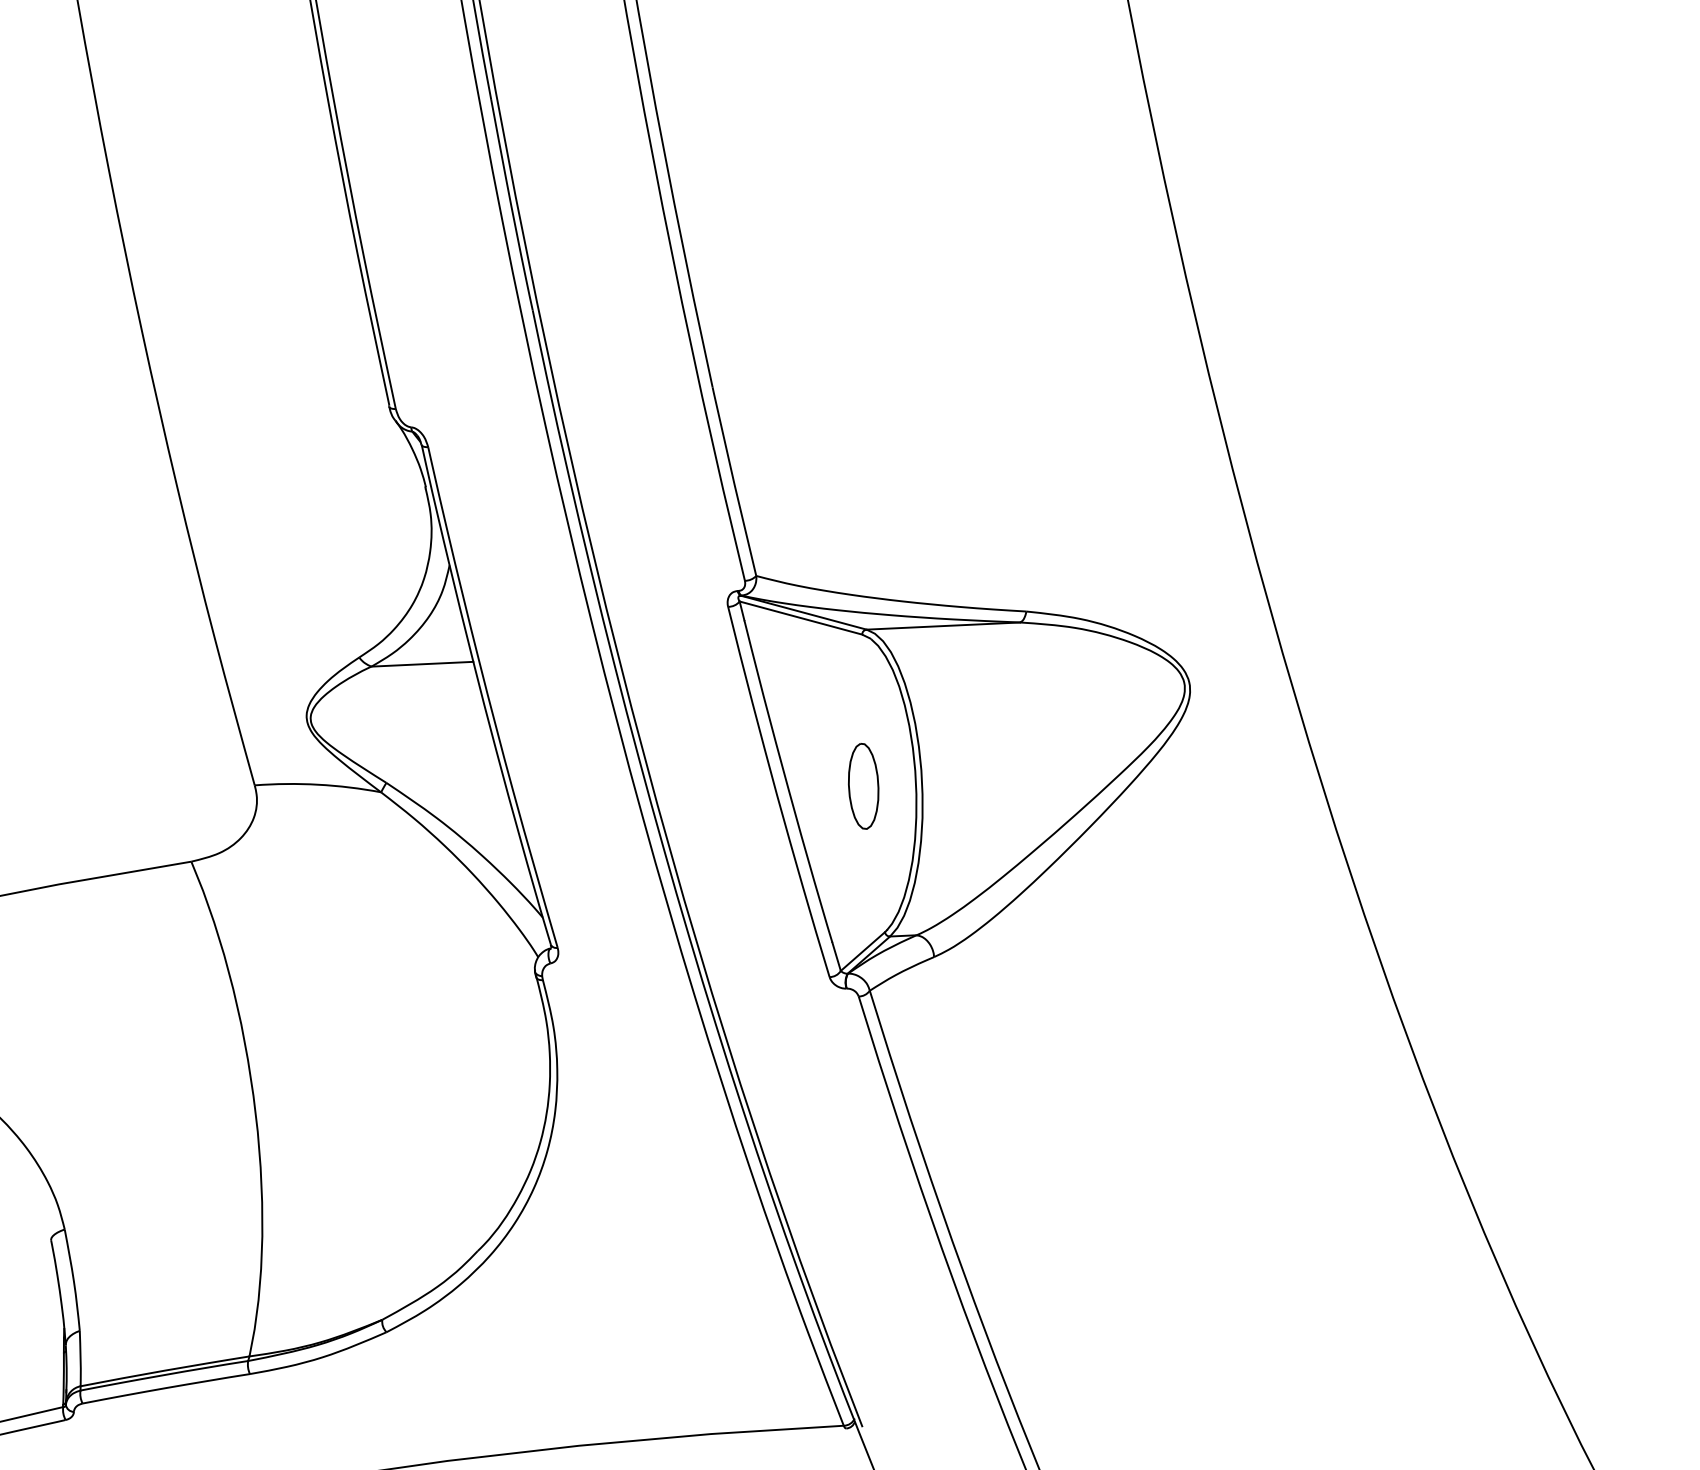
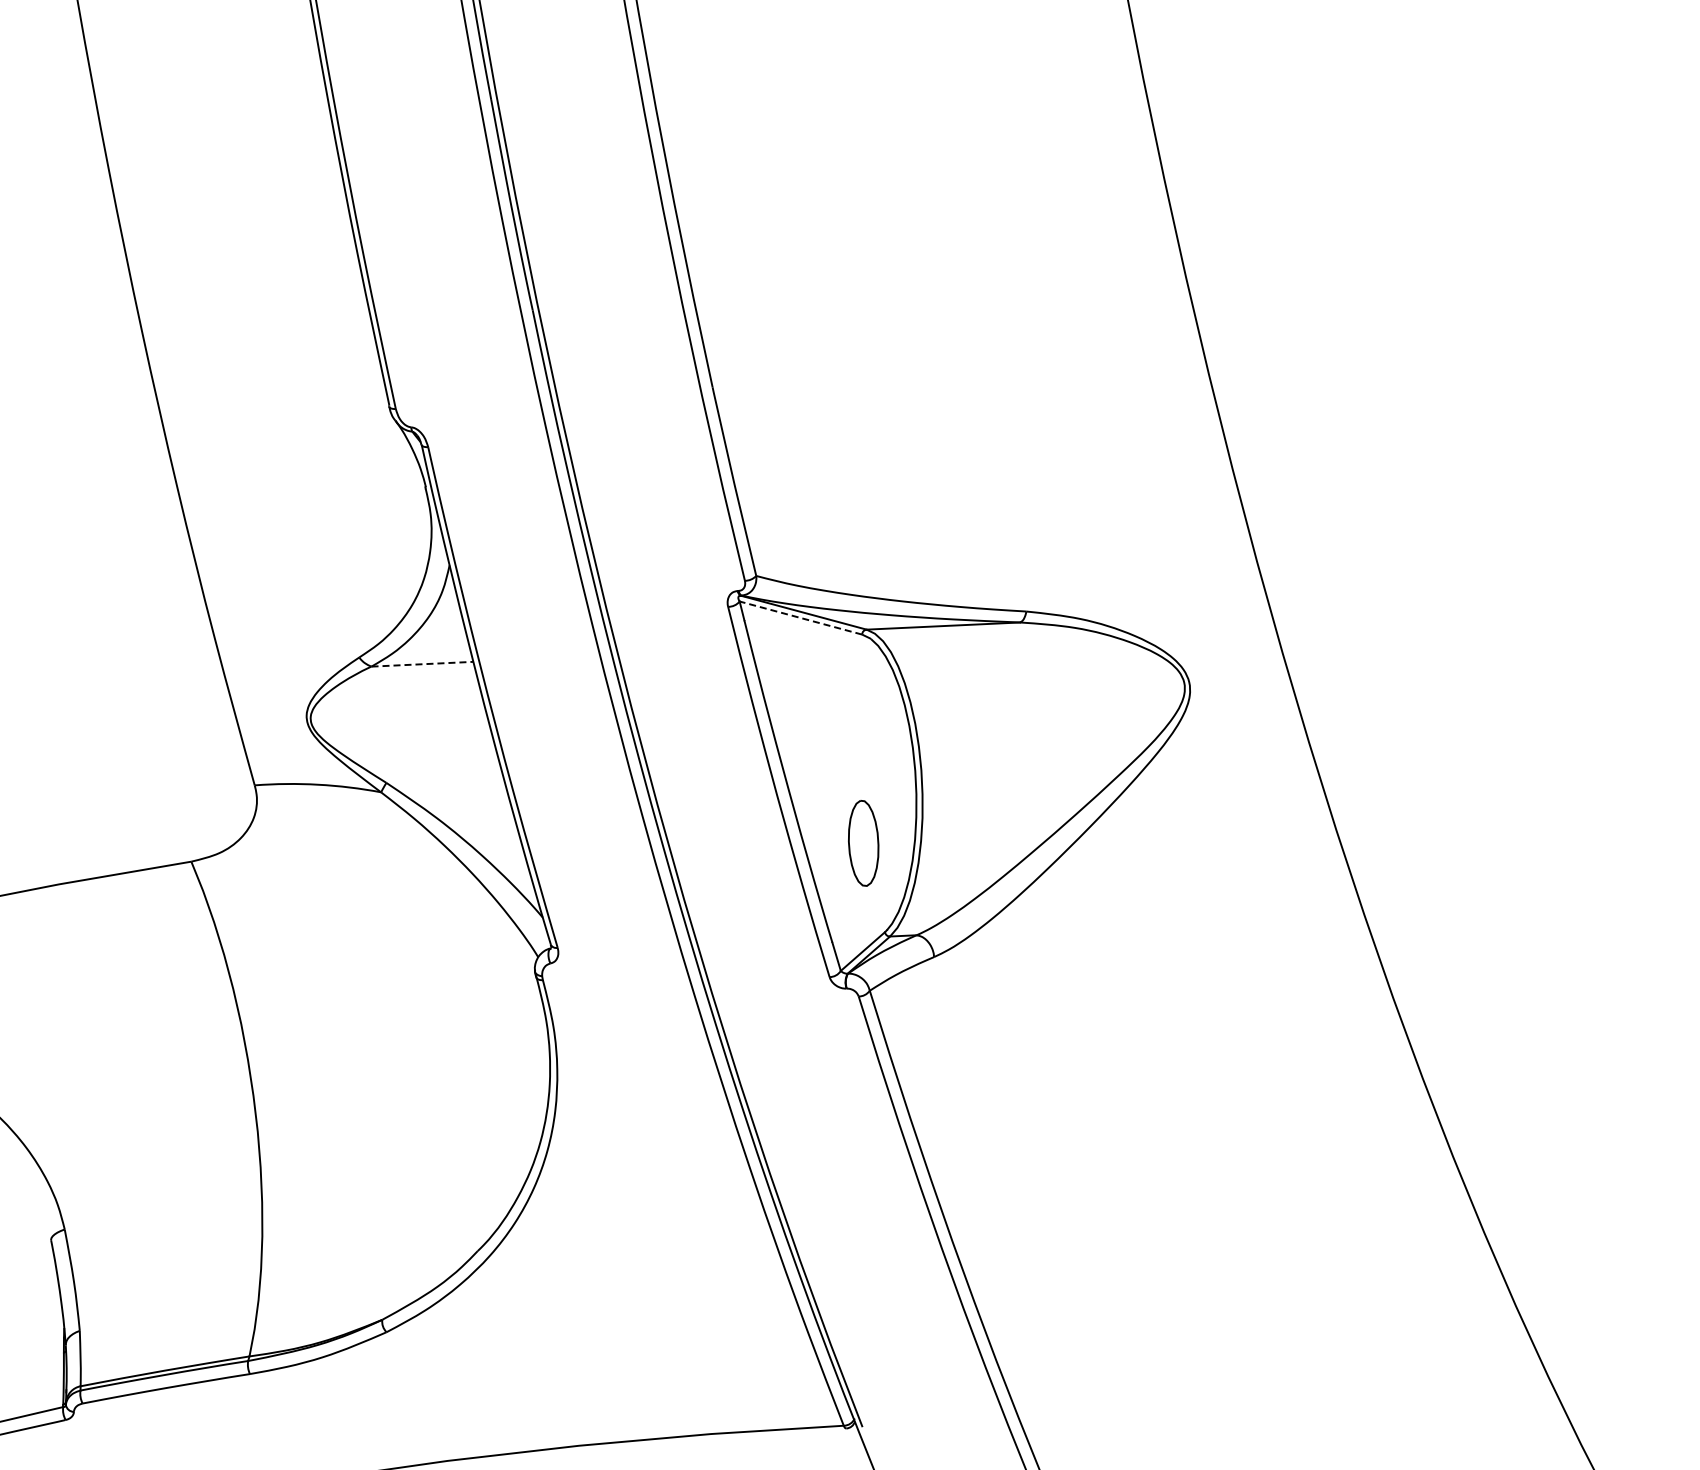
line at (800, 617): solid -> dashed
line at (422, 664): solid -> dashed
part at (863, 786) position: (863, 786) -> (863, 843)
